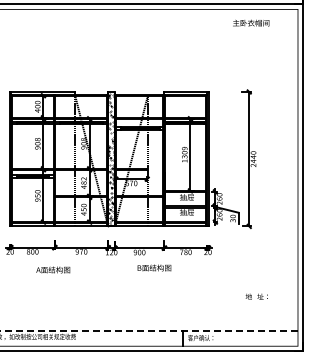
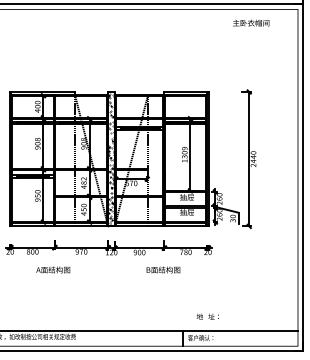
text at (154, 267) position: (154, 267) -> (163, 269)
text at (256, 296) position: (256, 296) -> (207, 316)
line at (149, 330): dashed -> solid
